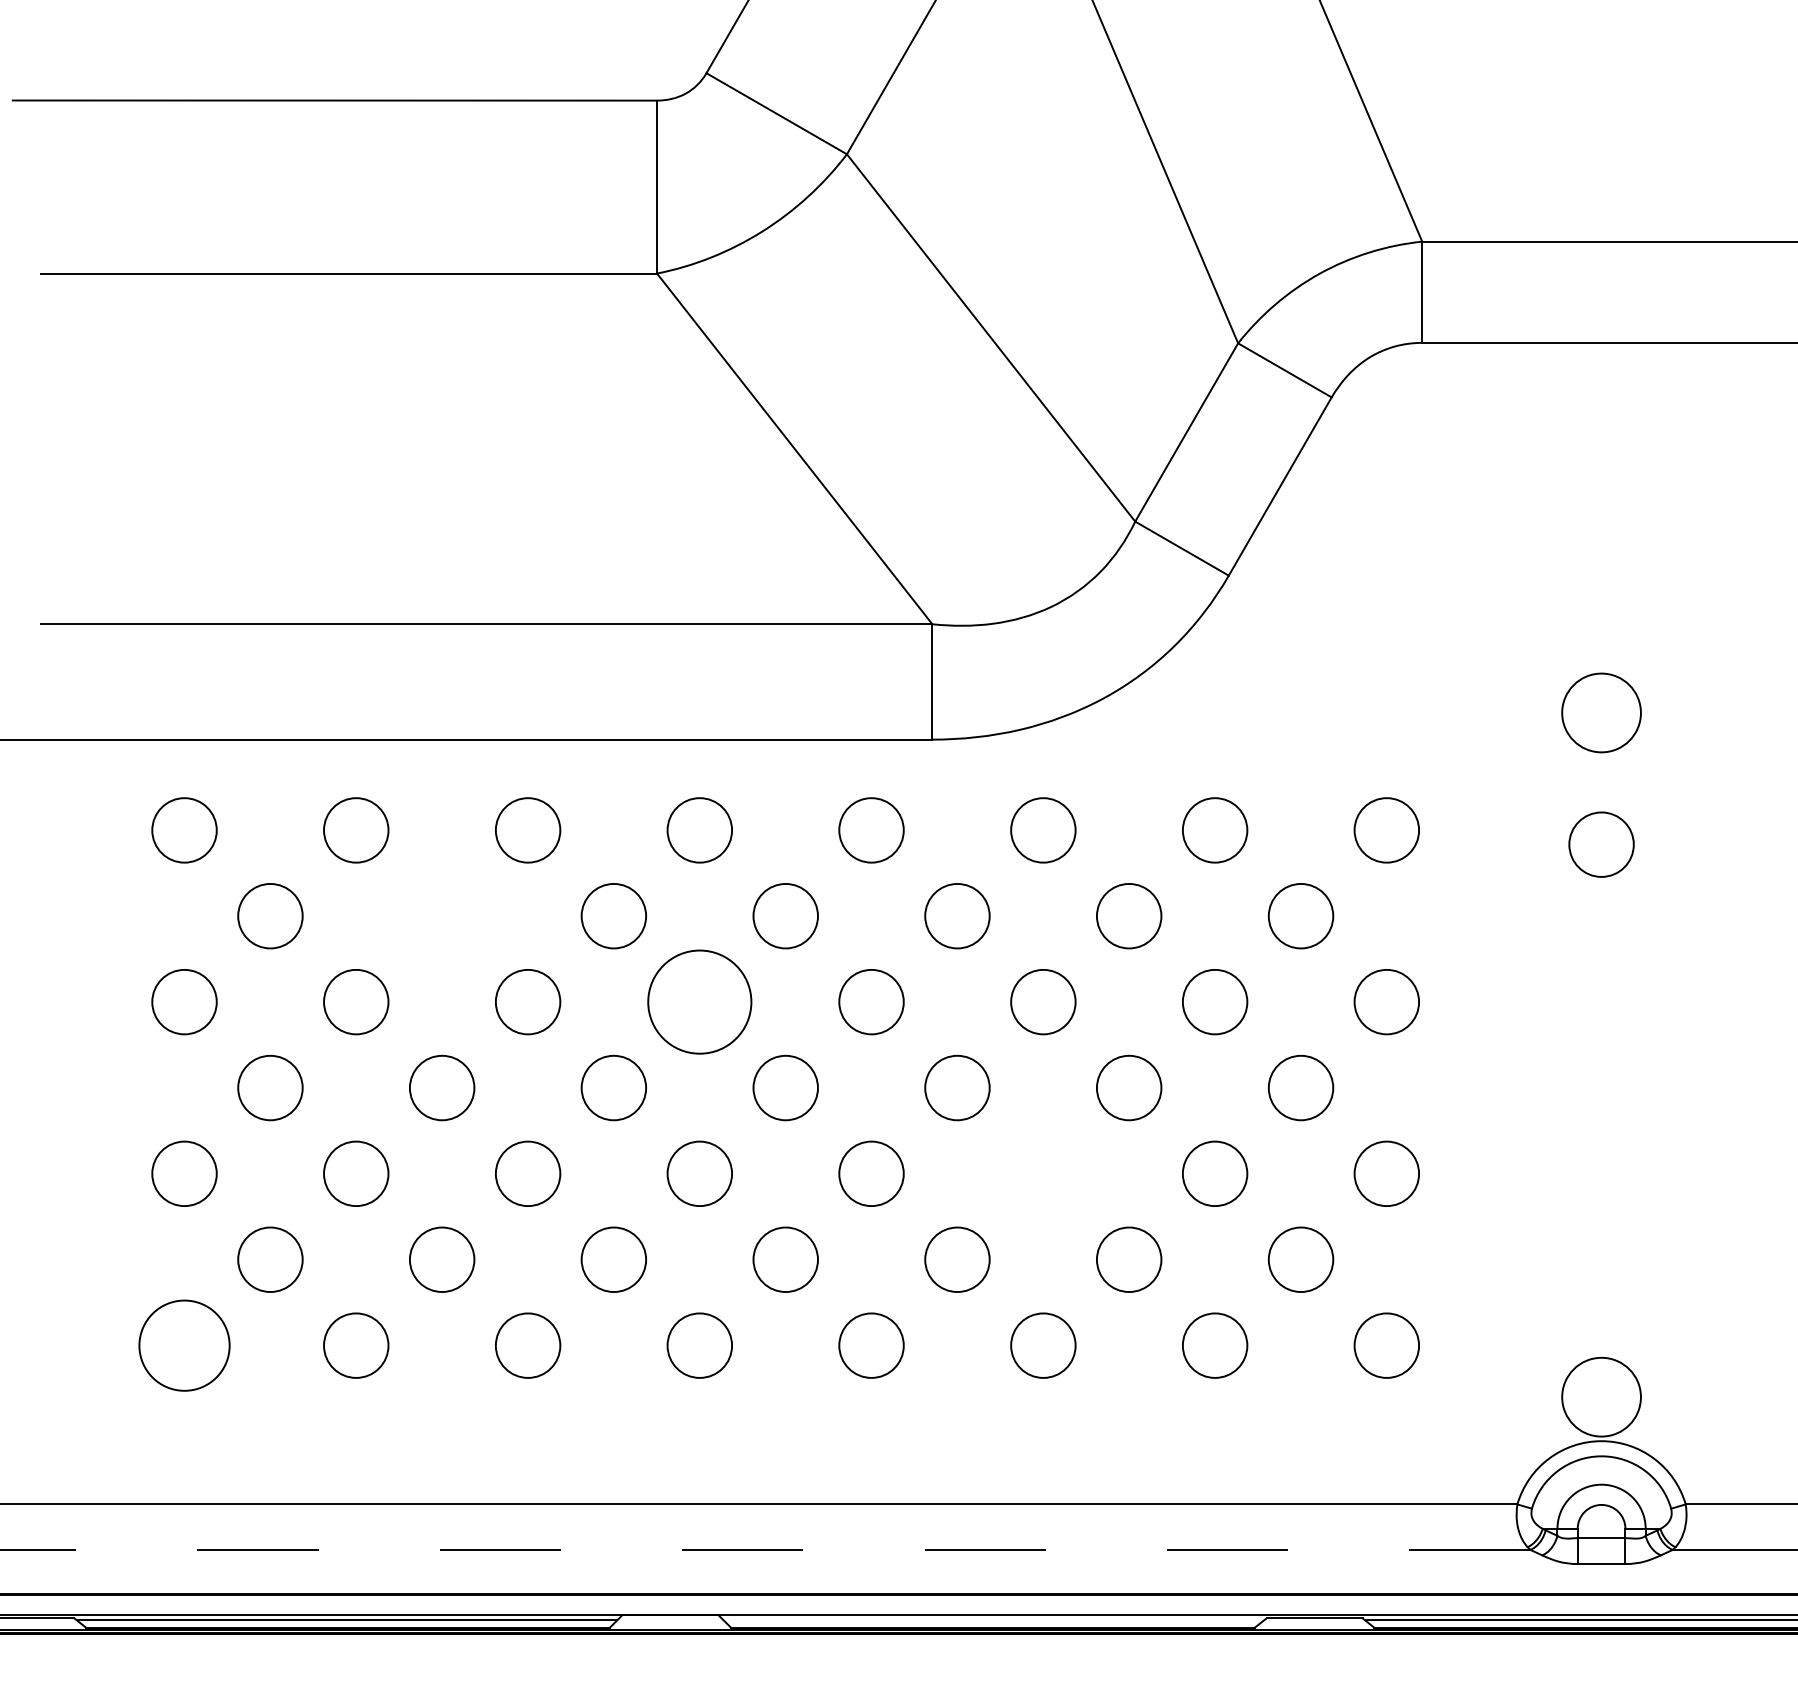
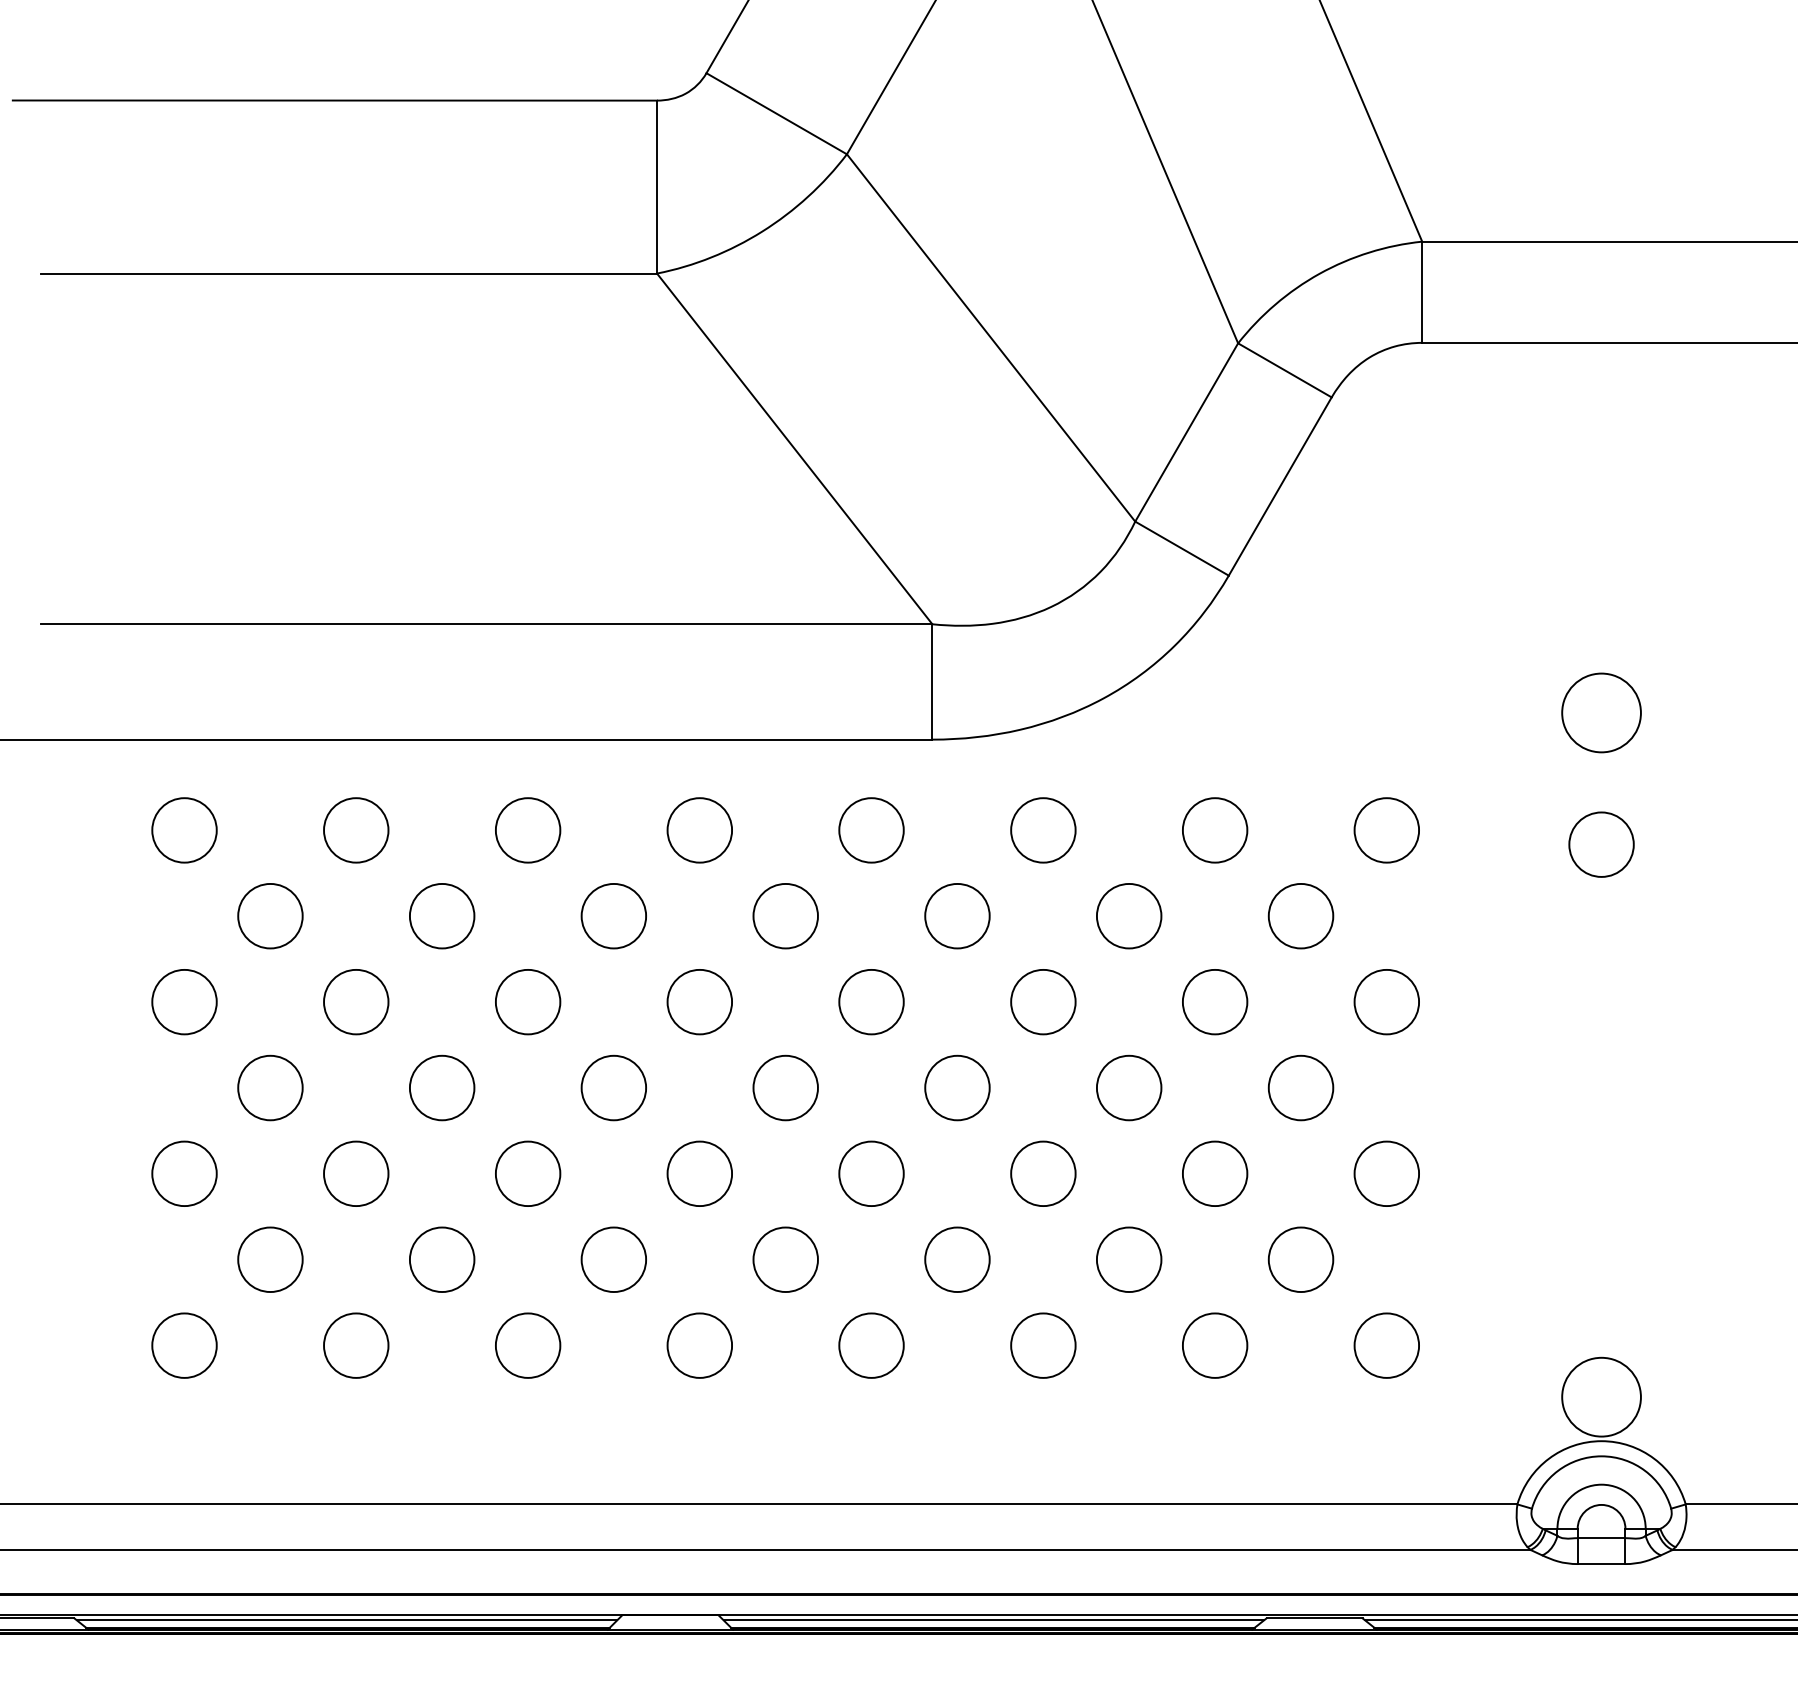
circle at (442, 916): none -> present
circle at (699, 1001) diameter: 103 px -> 64 px
circle at (1043, 1173): none -> present
circle at (184, 1345) diameter: 90 px -> 64 px
line at (765, 1549): dashed -> solid
line at (993, 1620): none -> present
